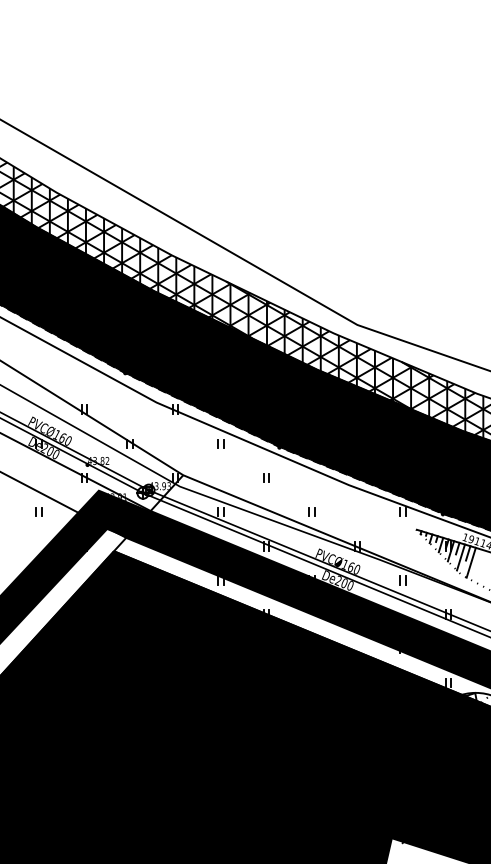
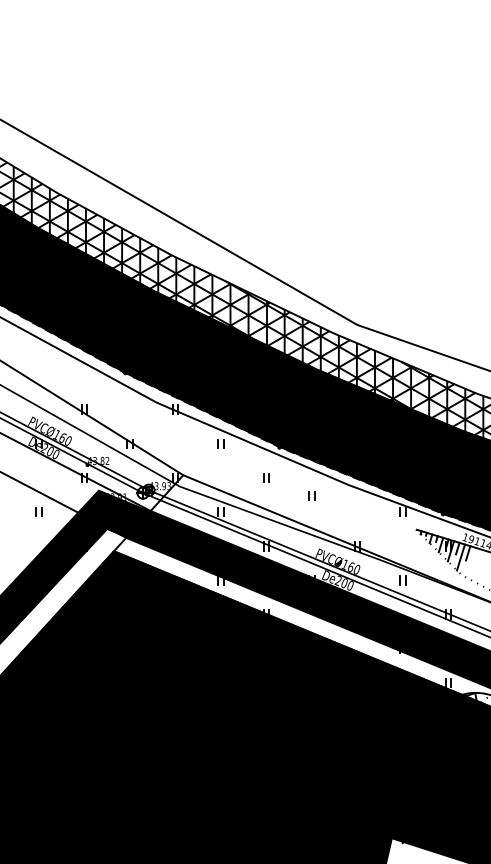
part at (311, 511) position: (311, 511) -> (311, 495)
line at (470, 562): present -> none
